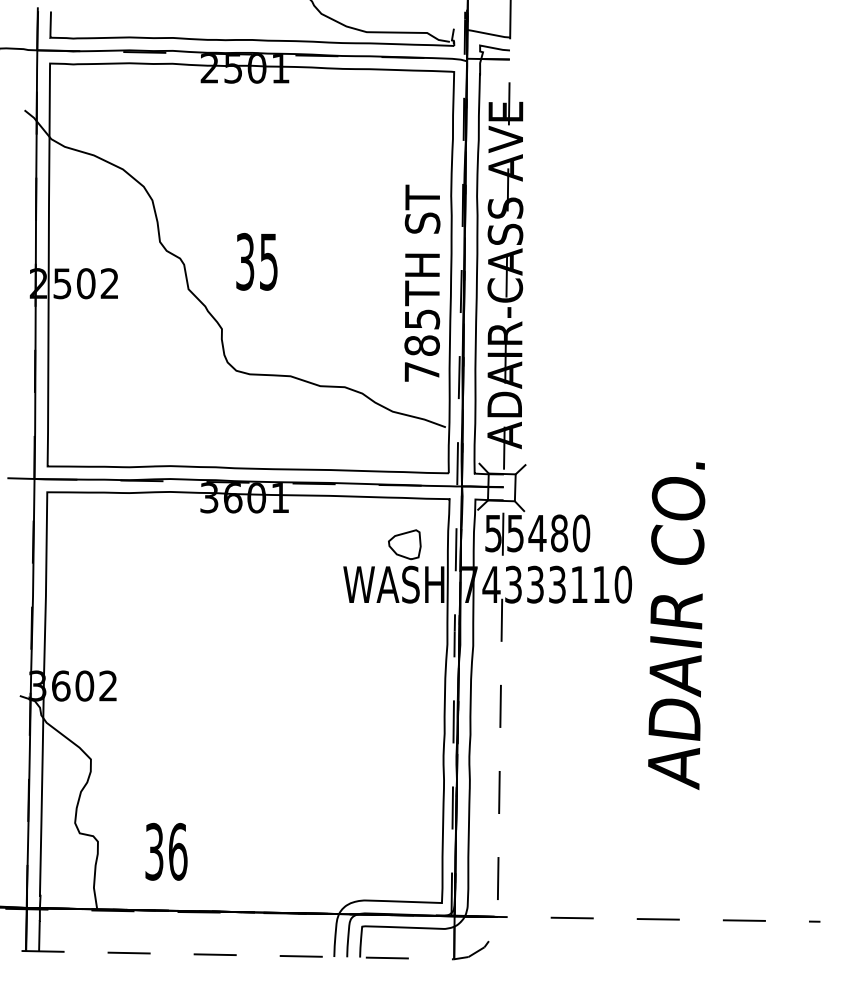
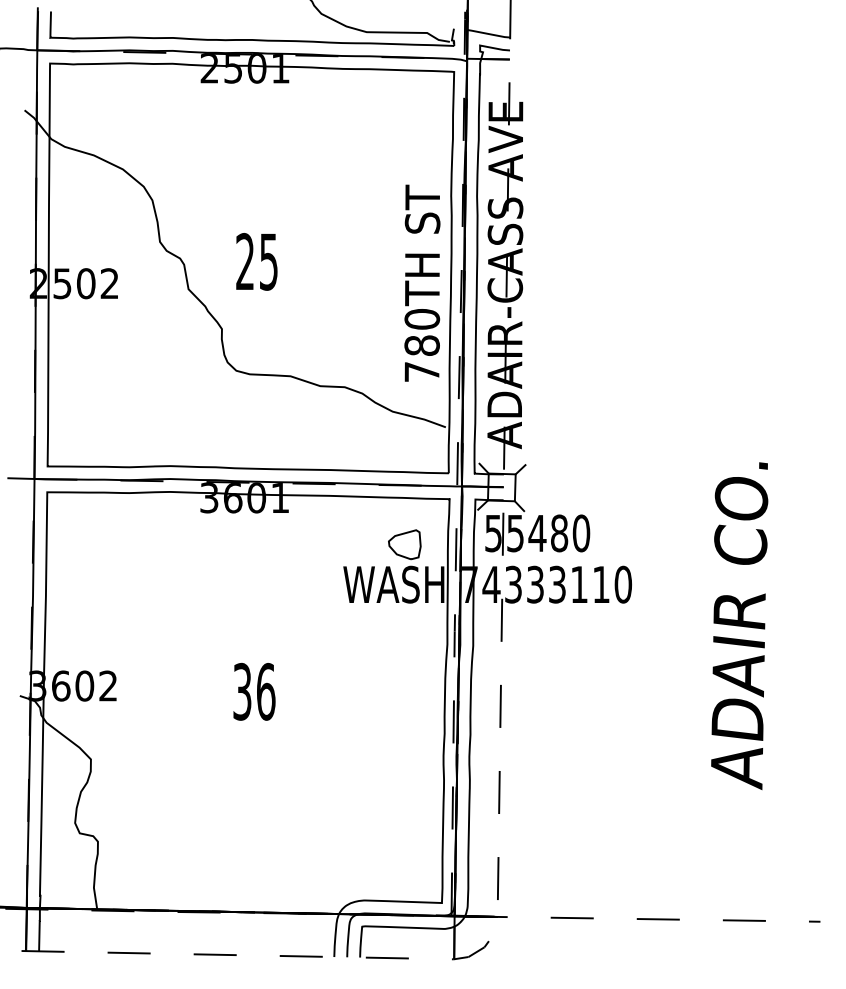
text at (245, 261): 35 -> 25
text at (422, 319): 785TH -> 780TH
text at (676, 626) position: (676, 626) -> (739, 626)
text at (166, 851) position: (166, 851) -> (254, 691)
